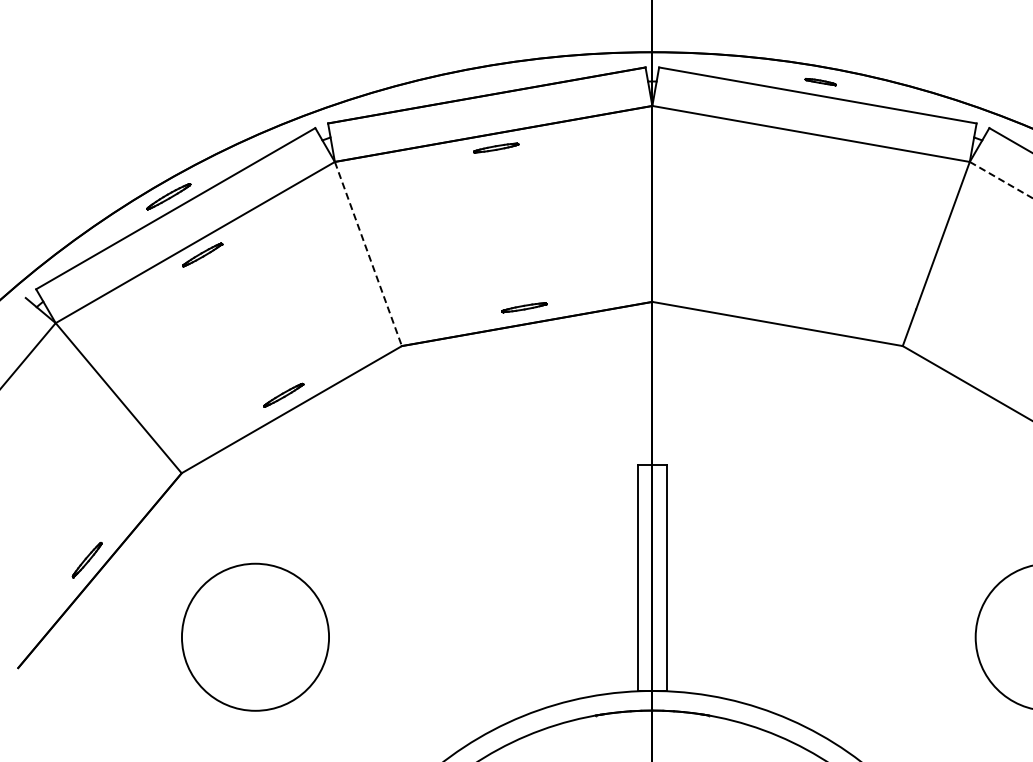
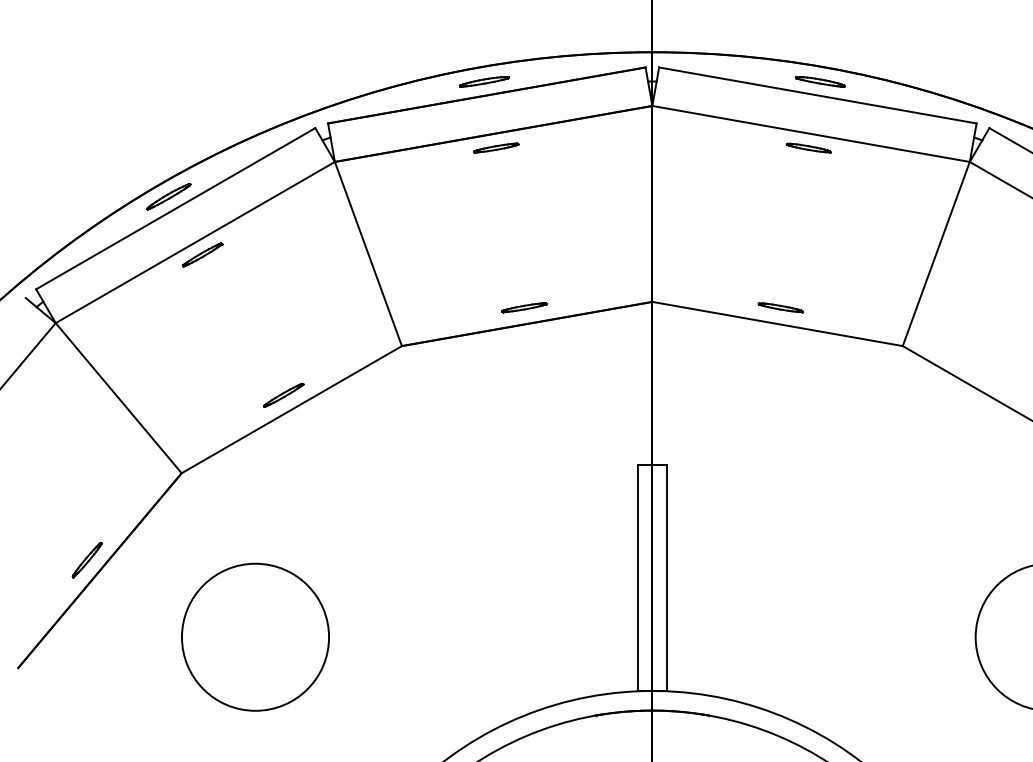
part at (484, 81): none -> present
part at (820, 82) size: 33x9 px -> 52x12 px
part at (808, 147): none -> present
line at (1001, 180): dashed -> solid
line at (368, 254): dashed -> solid
part at (780, 307): none -> present
